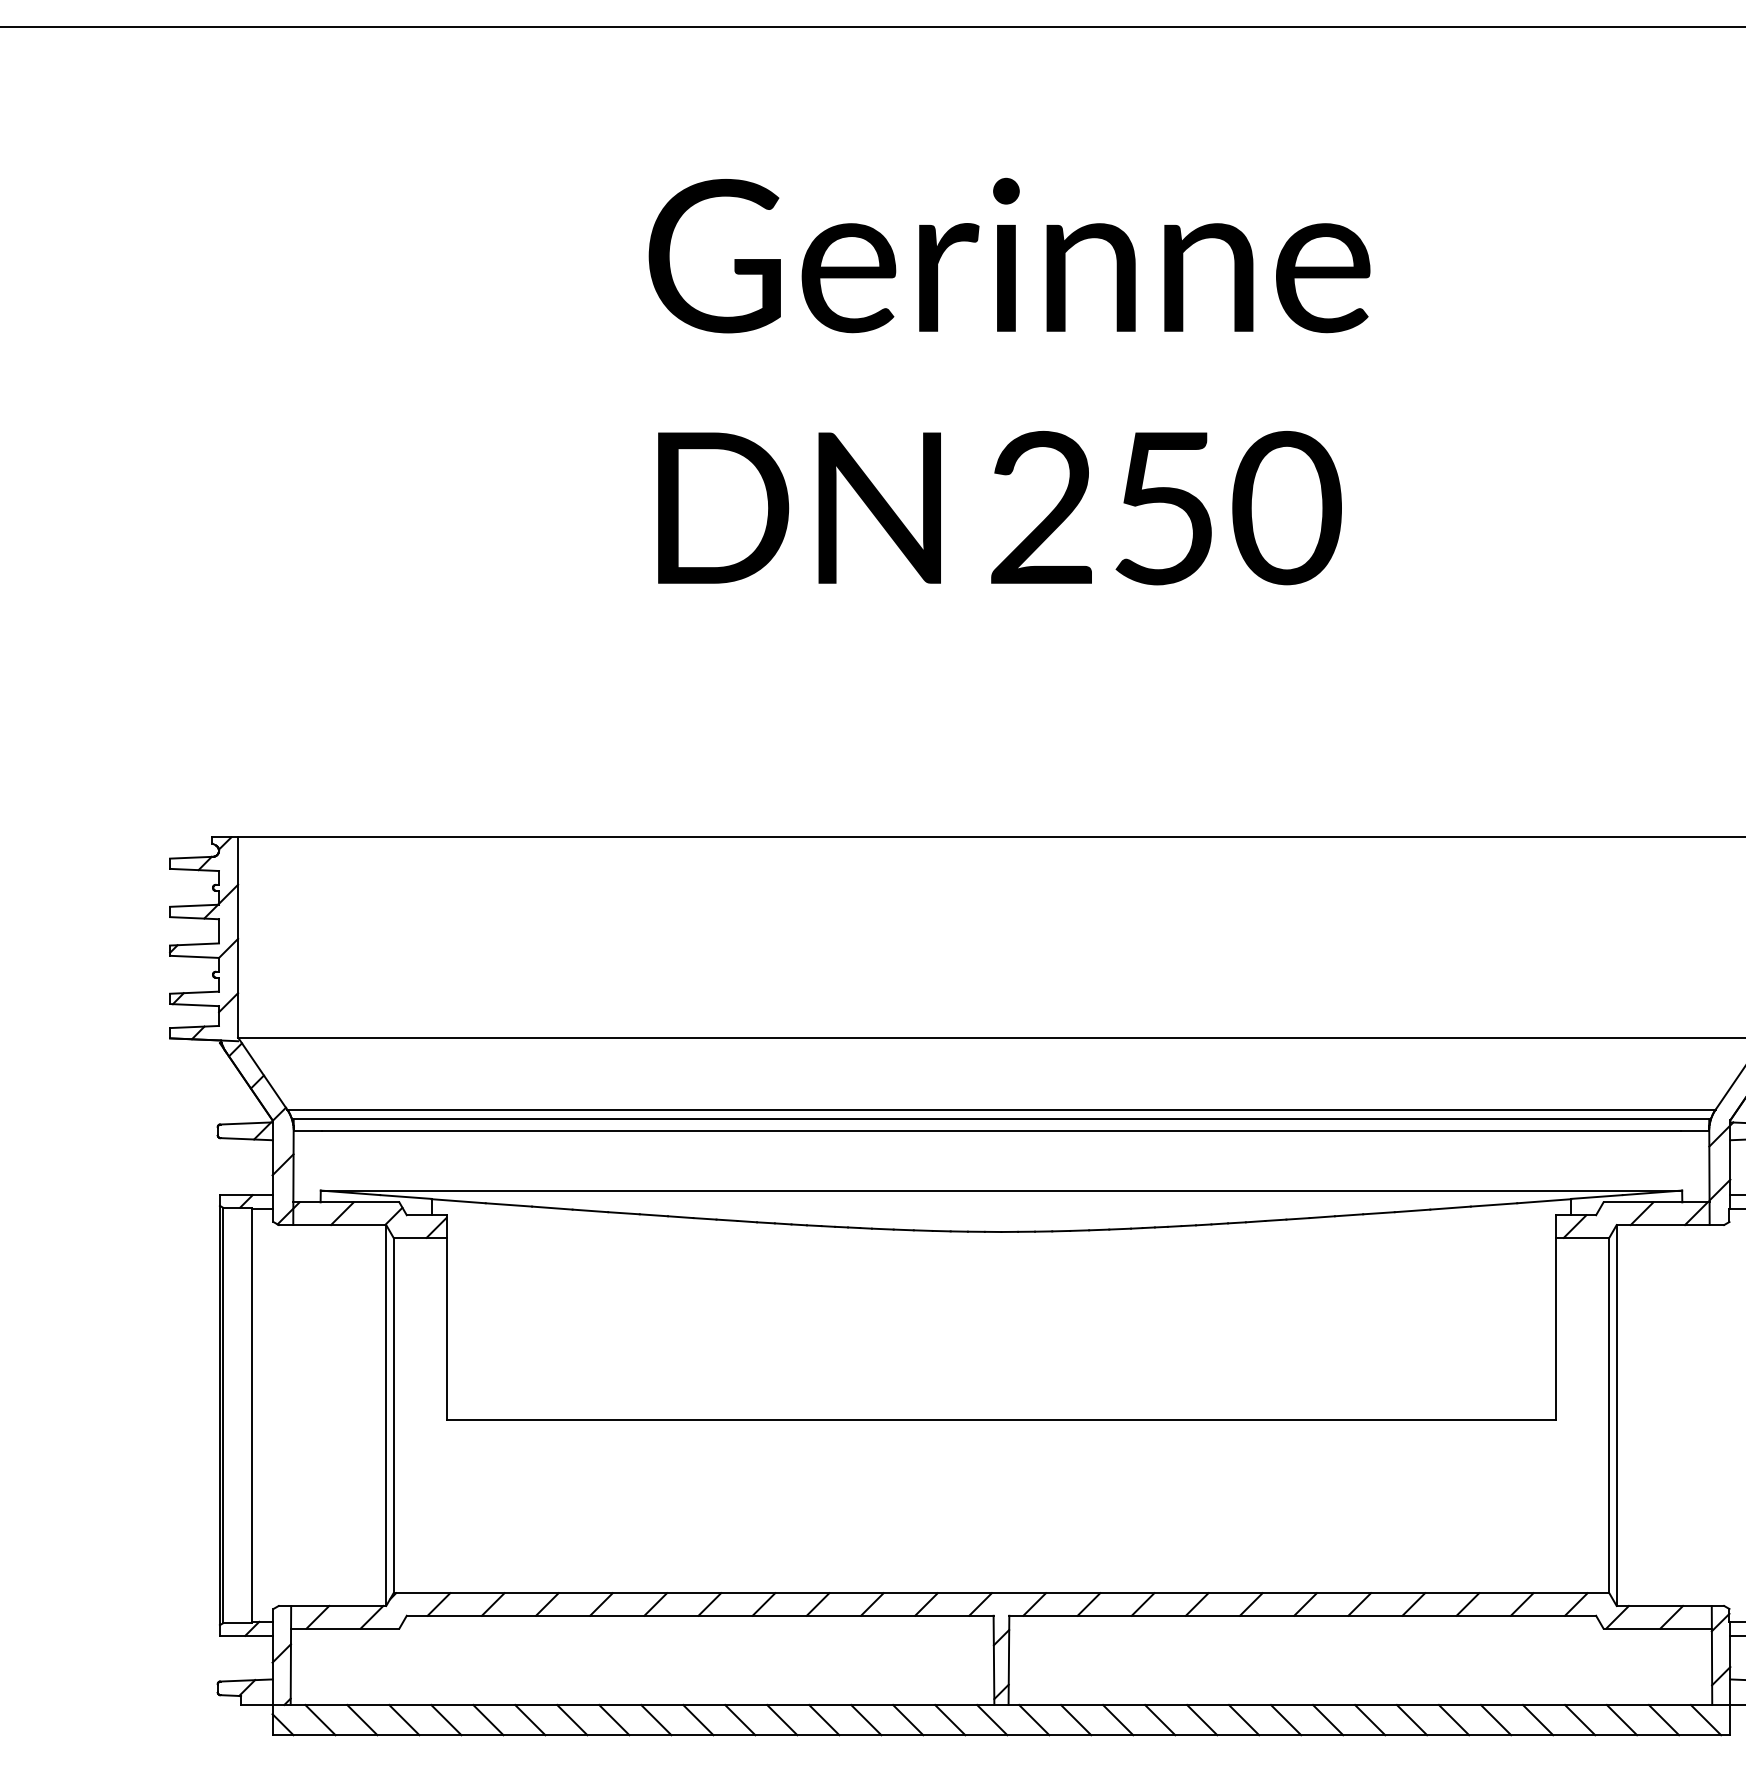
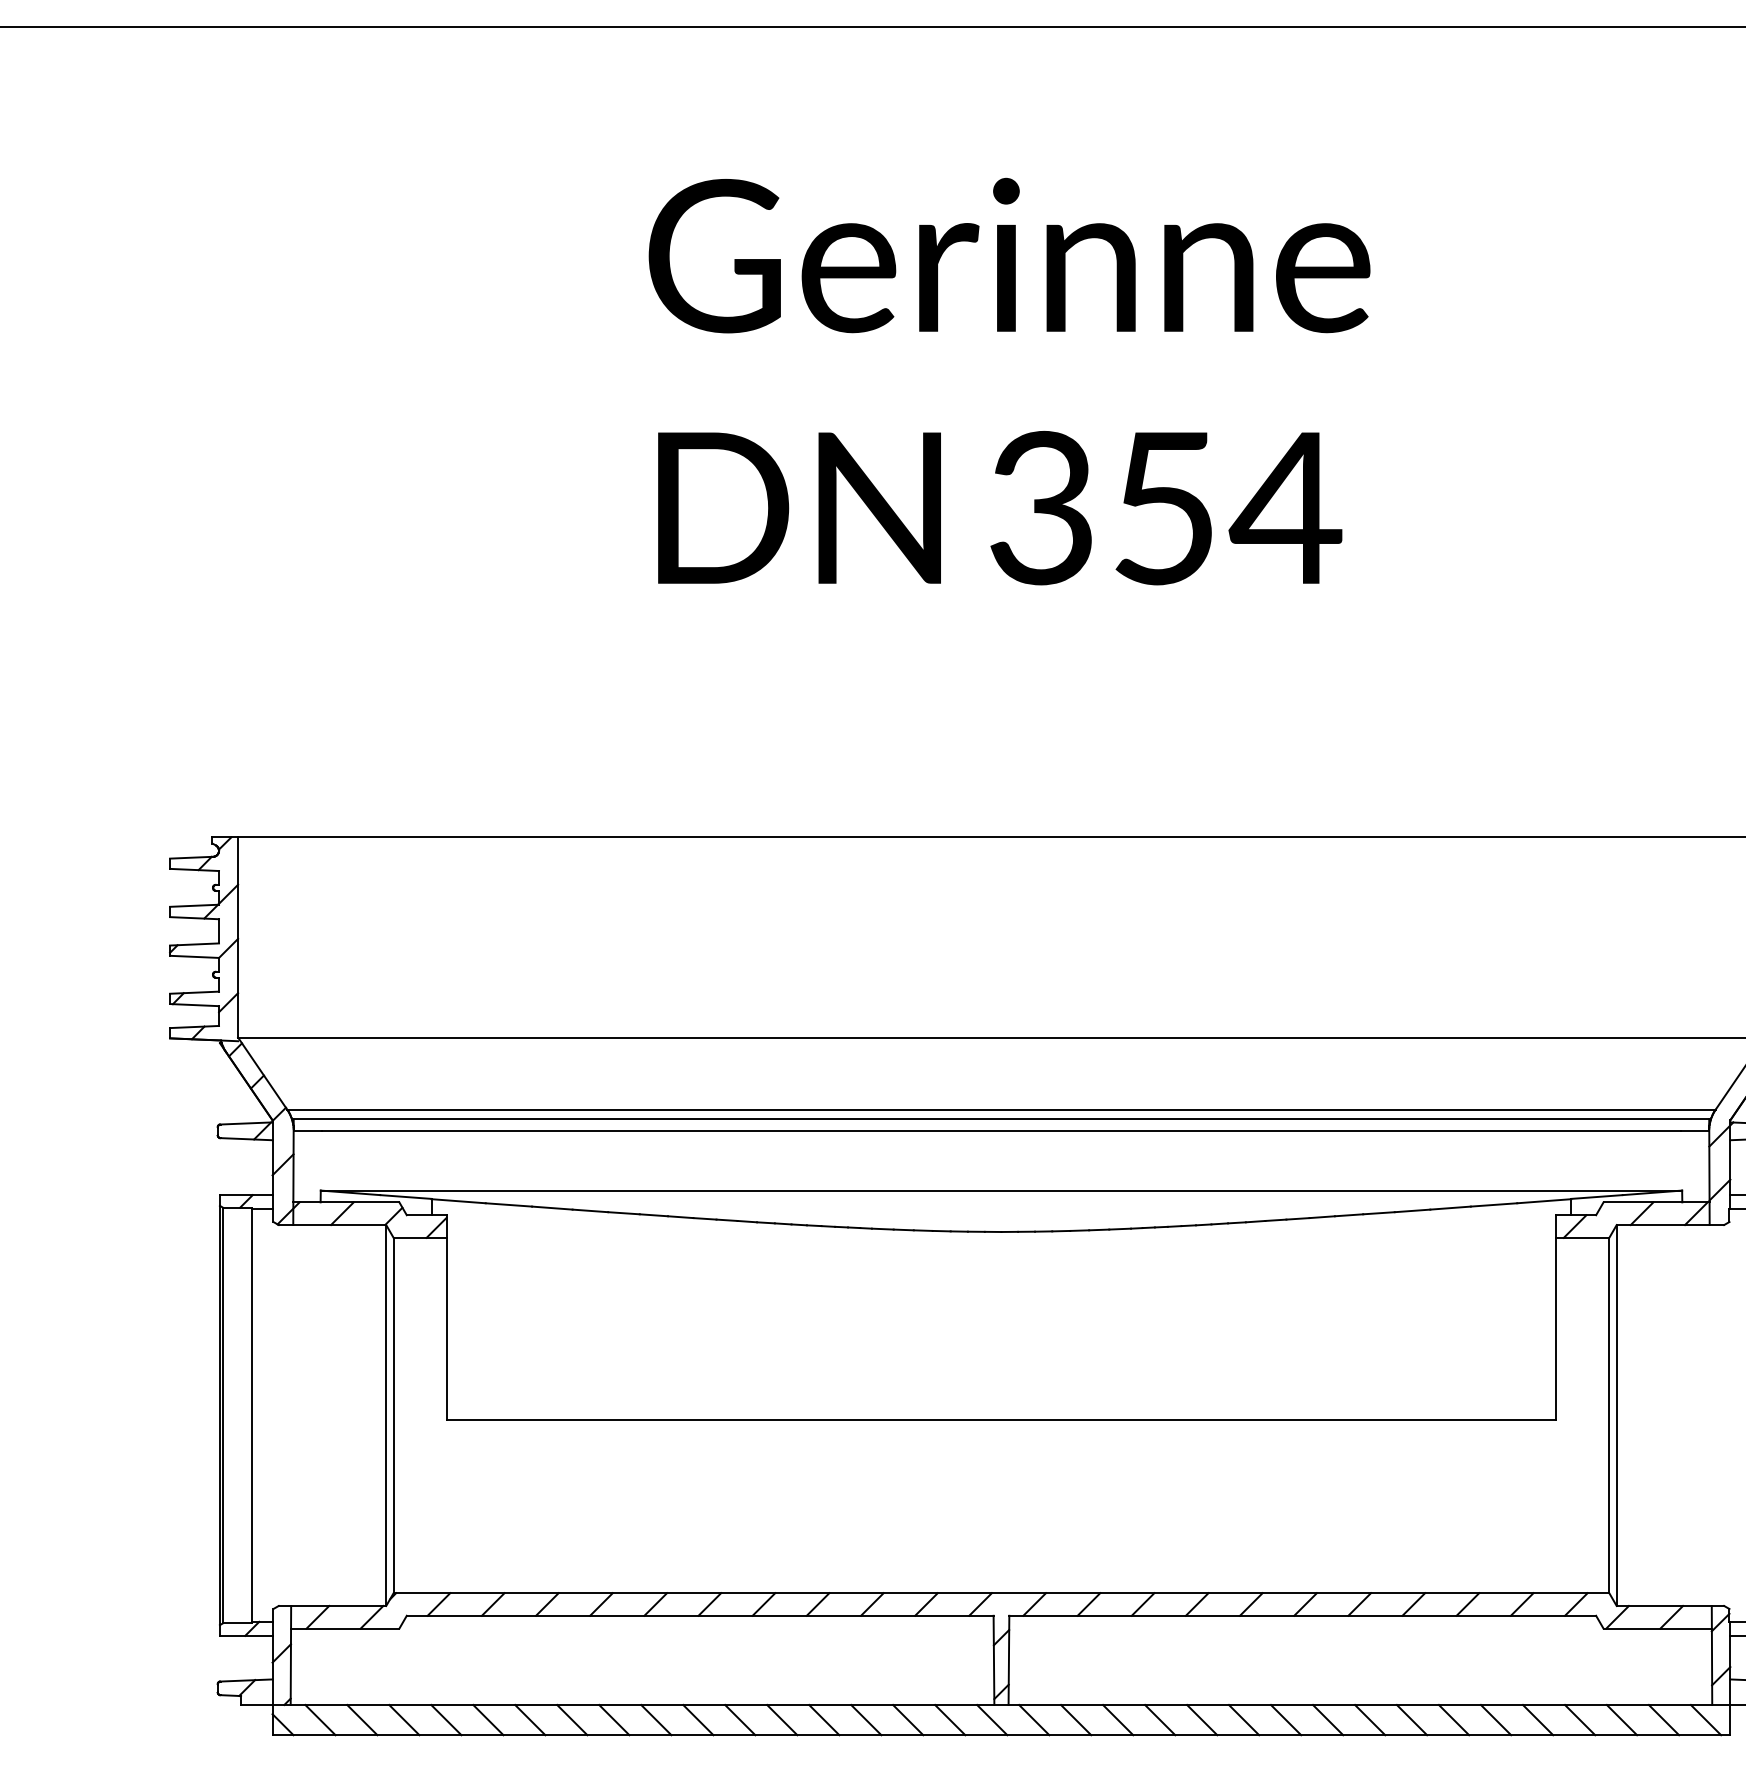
text at (1166, 507): 250 -> 354
